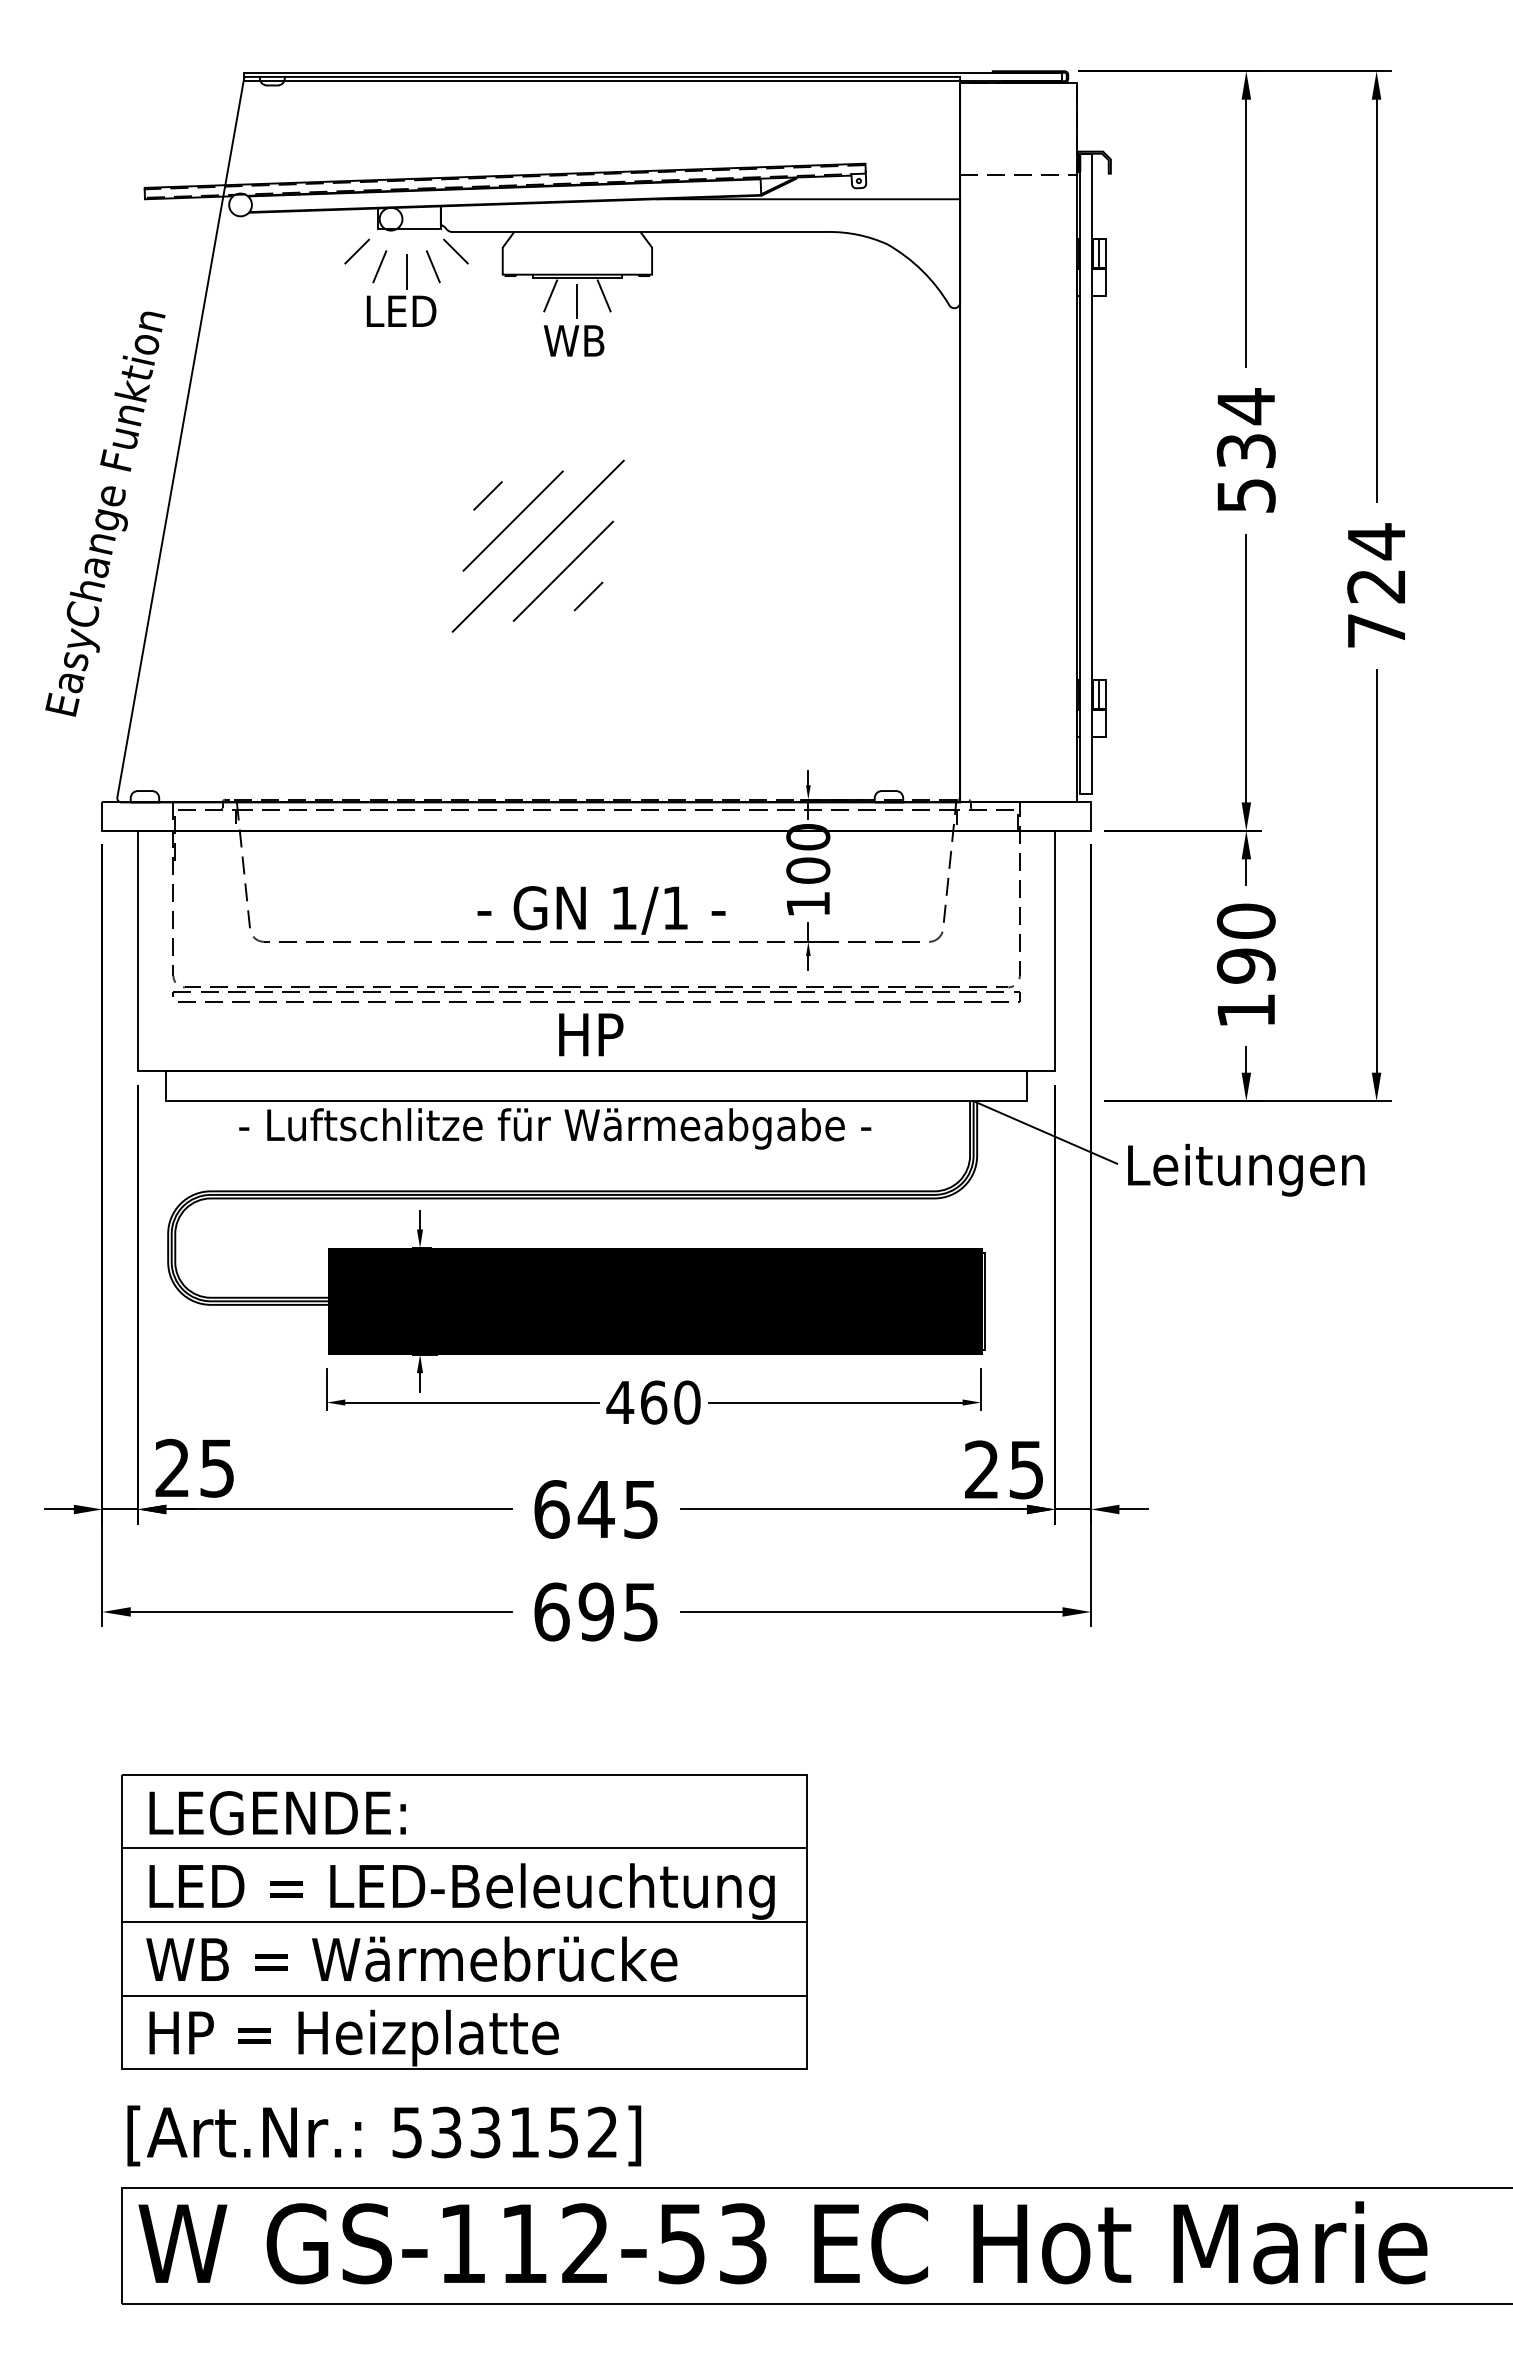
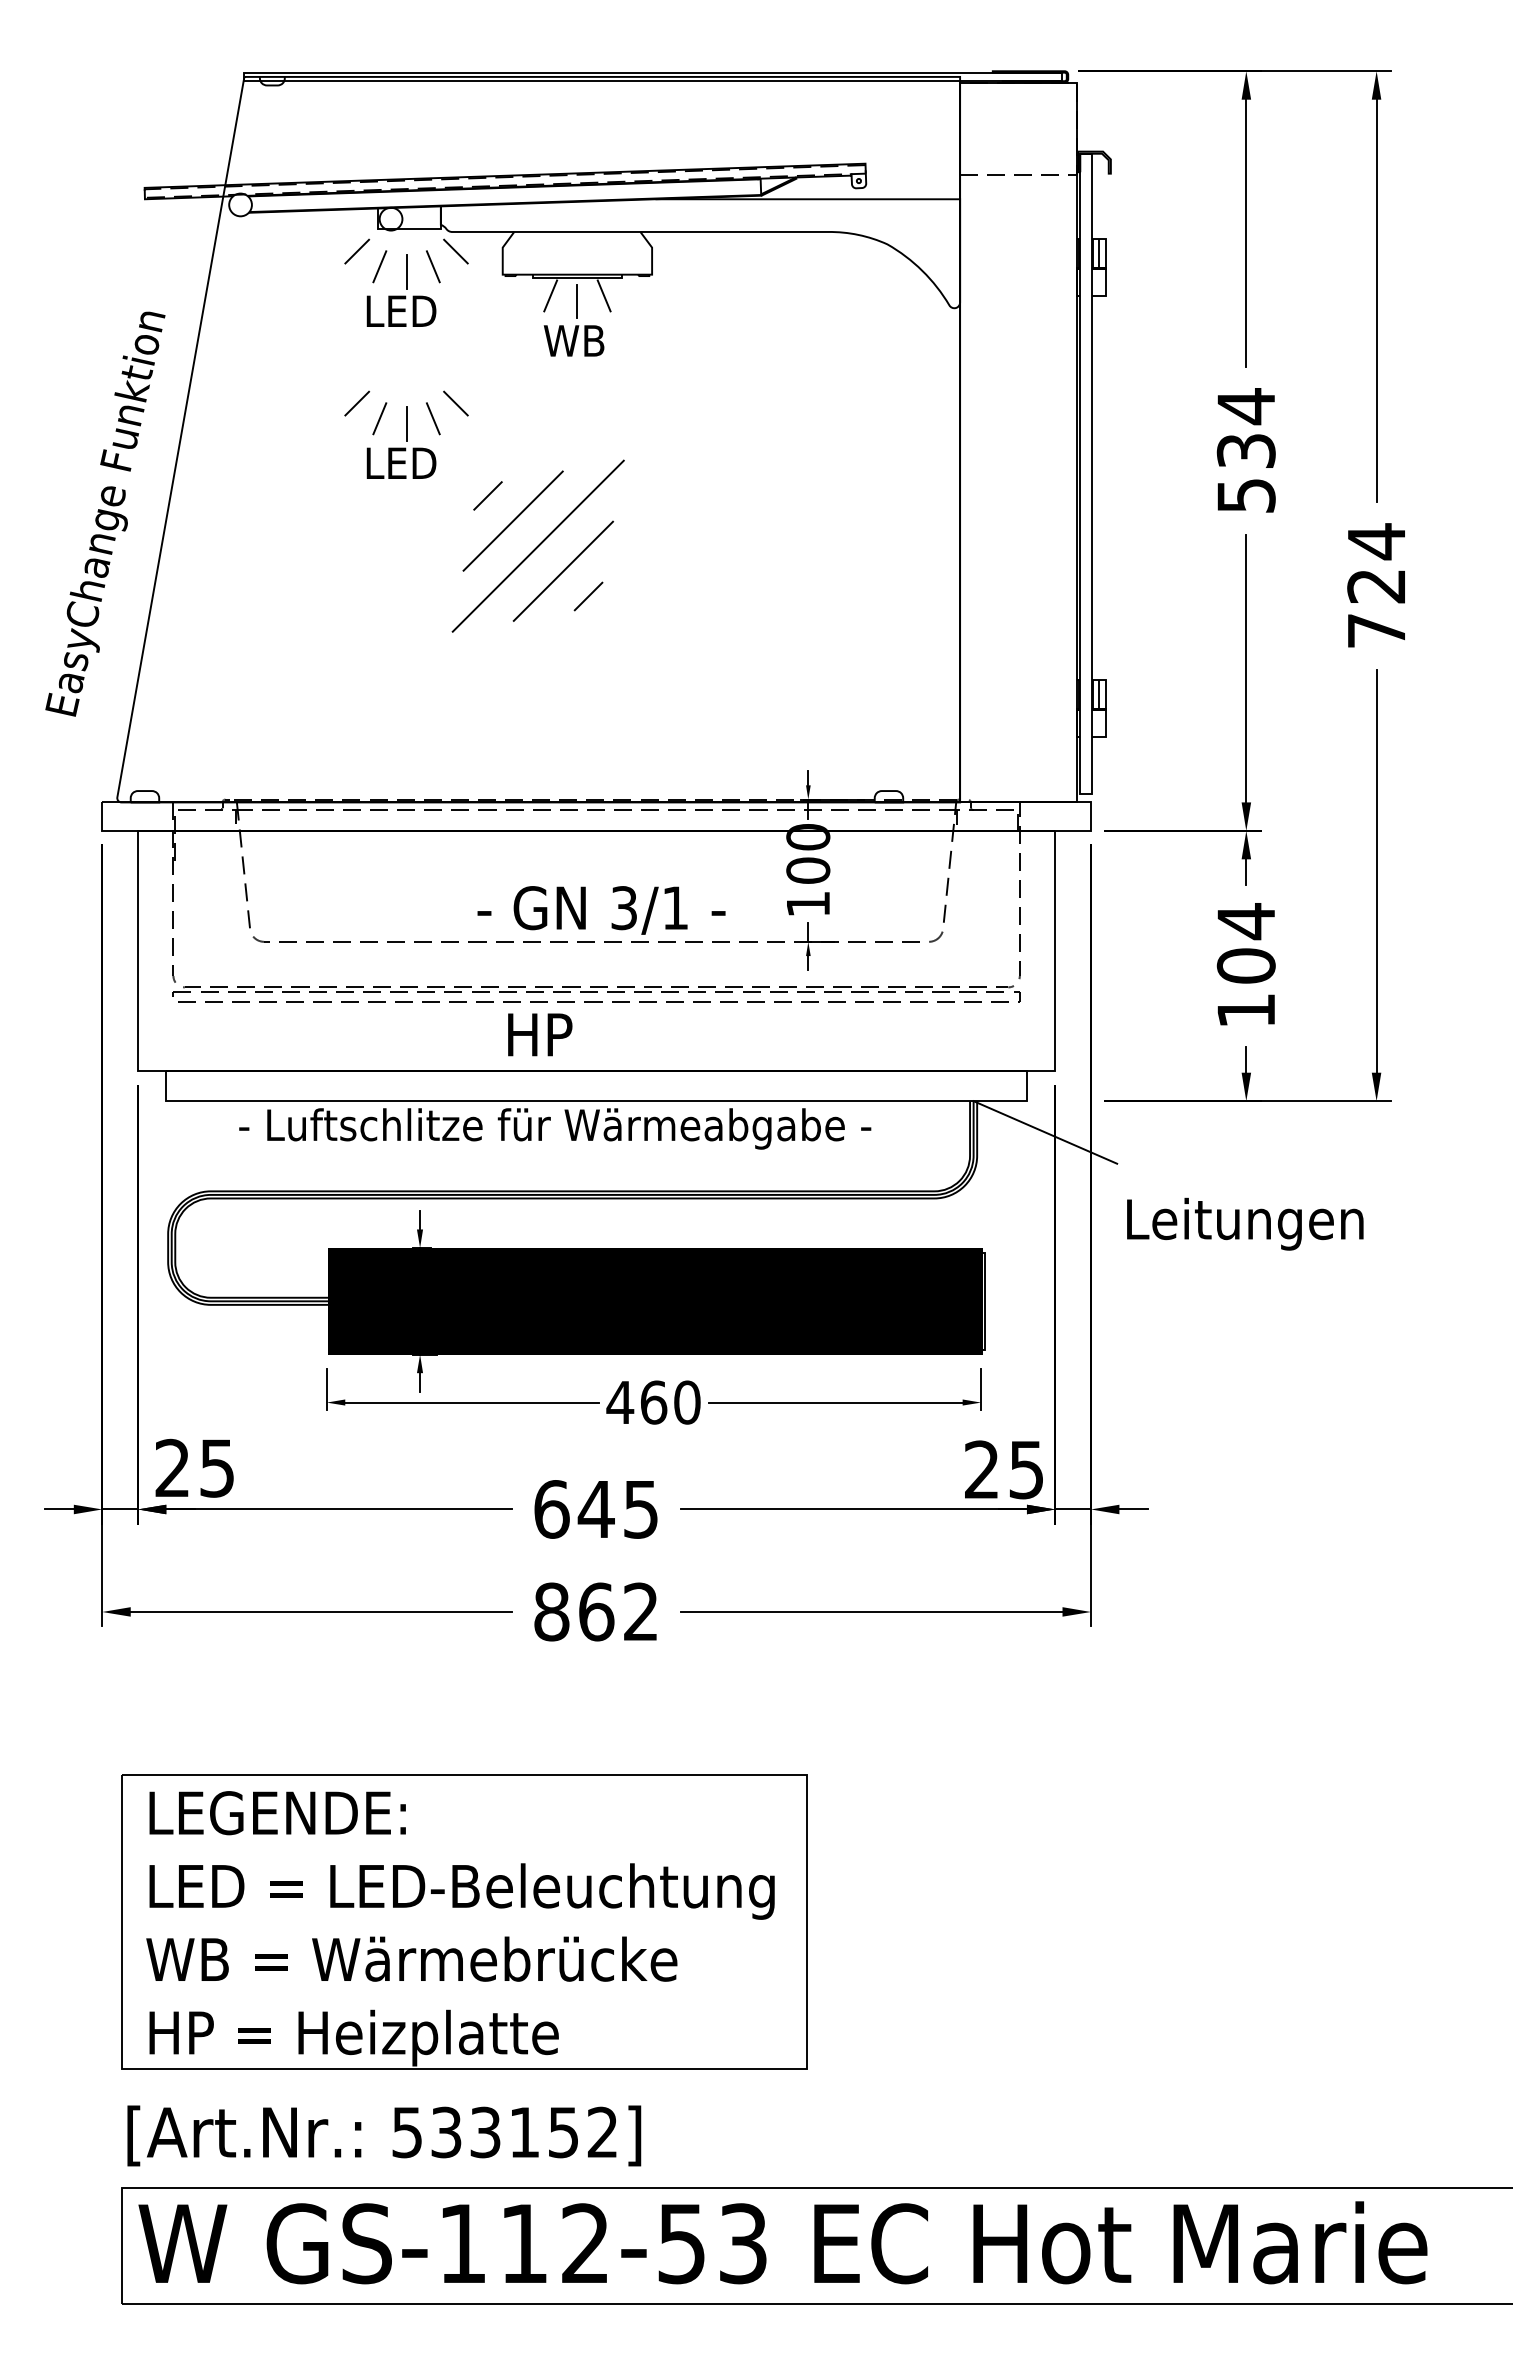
part at (406, 434): none -> present
text at (623, 908): 1/1 -> 3/1
text at (1245, 943): 190 -> 104
text at (591, 1034) position: (591, 1034) -> (540, 1034)
text at (1246, 1169) position: (1246, 1169) -> (1245, 1223)
text at (595, 1611): 695 -> 862
line at (464, 1848): present -> none
line at (464, 1922): present -> none
line at (464, 1995): present -> none
